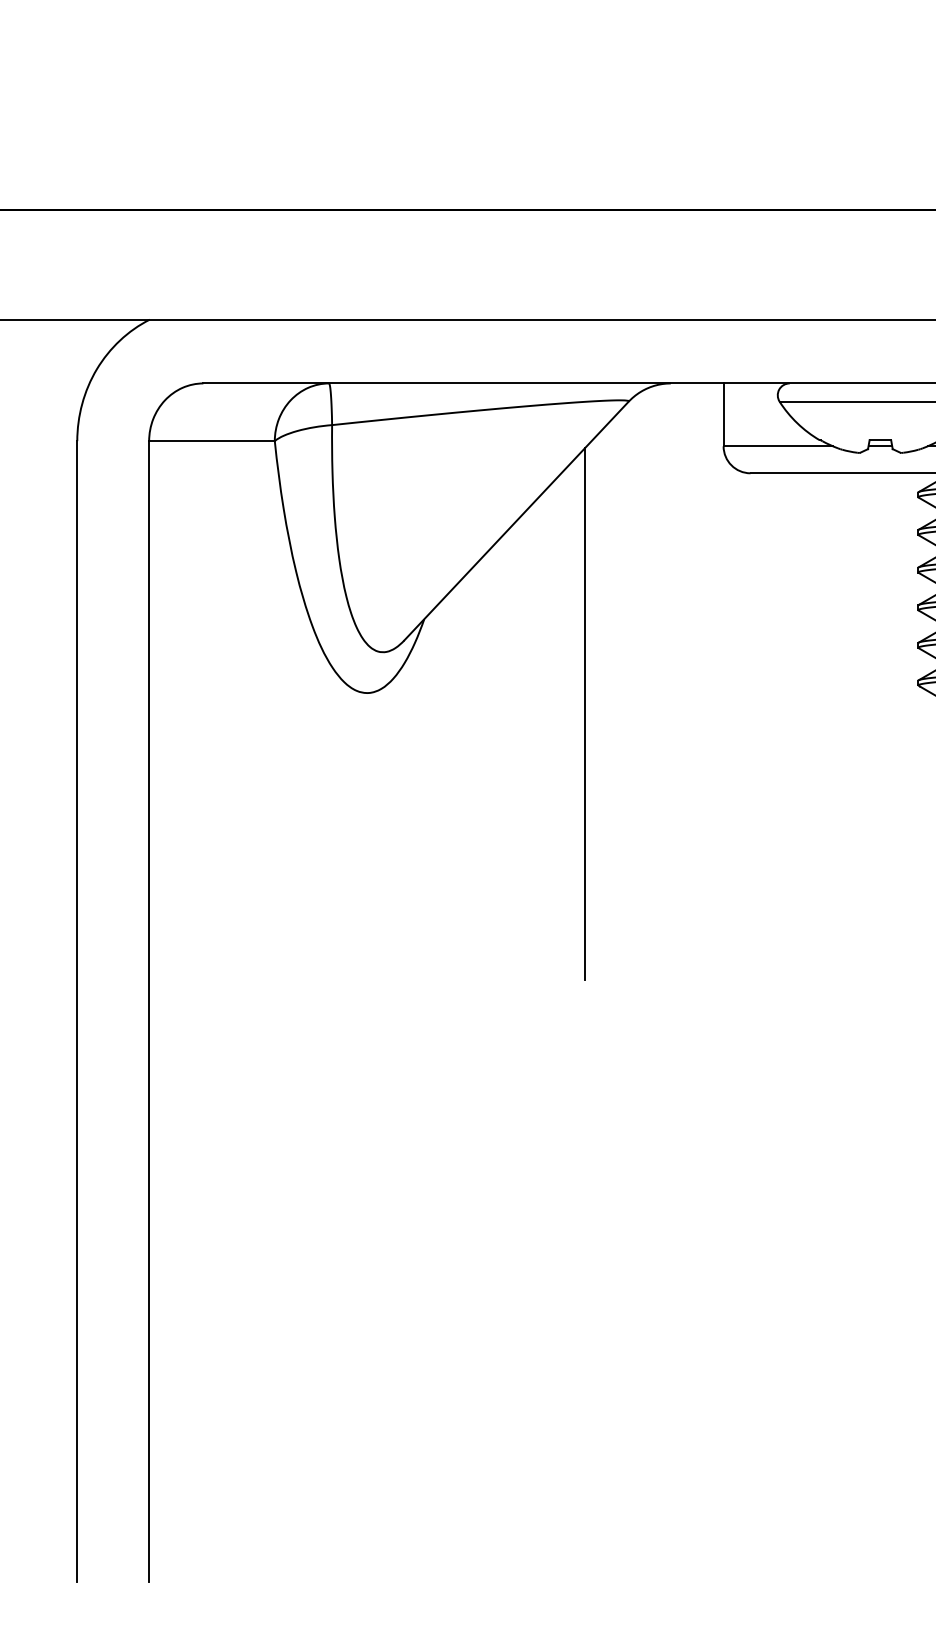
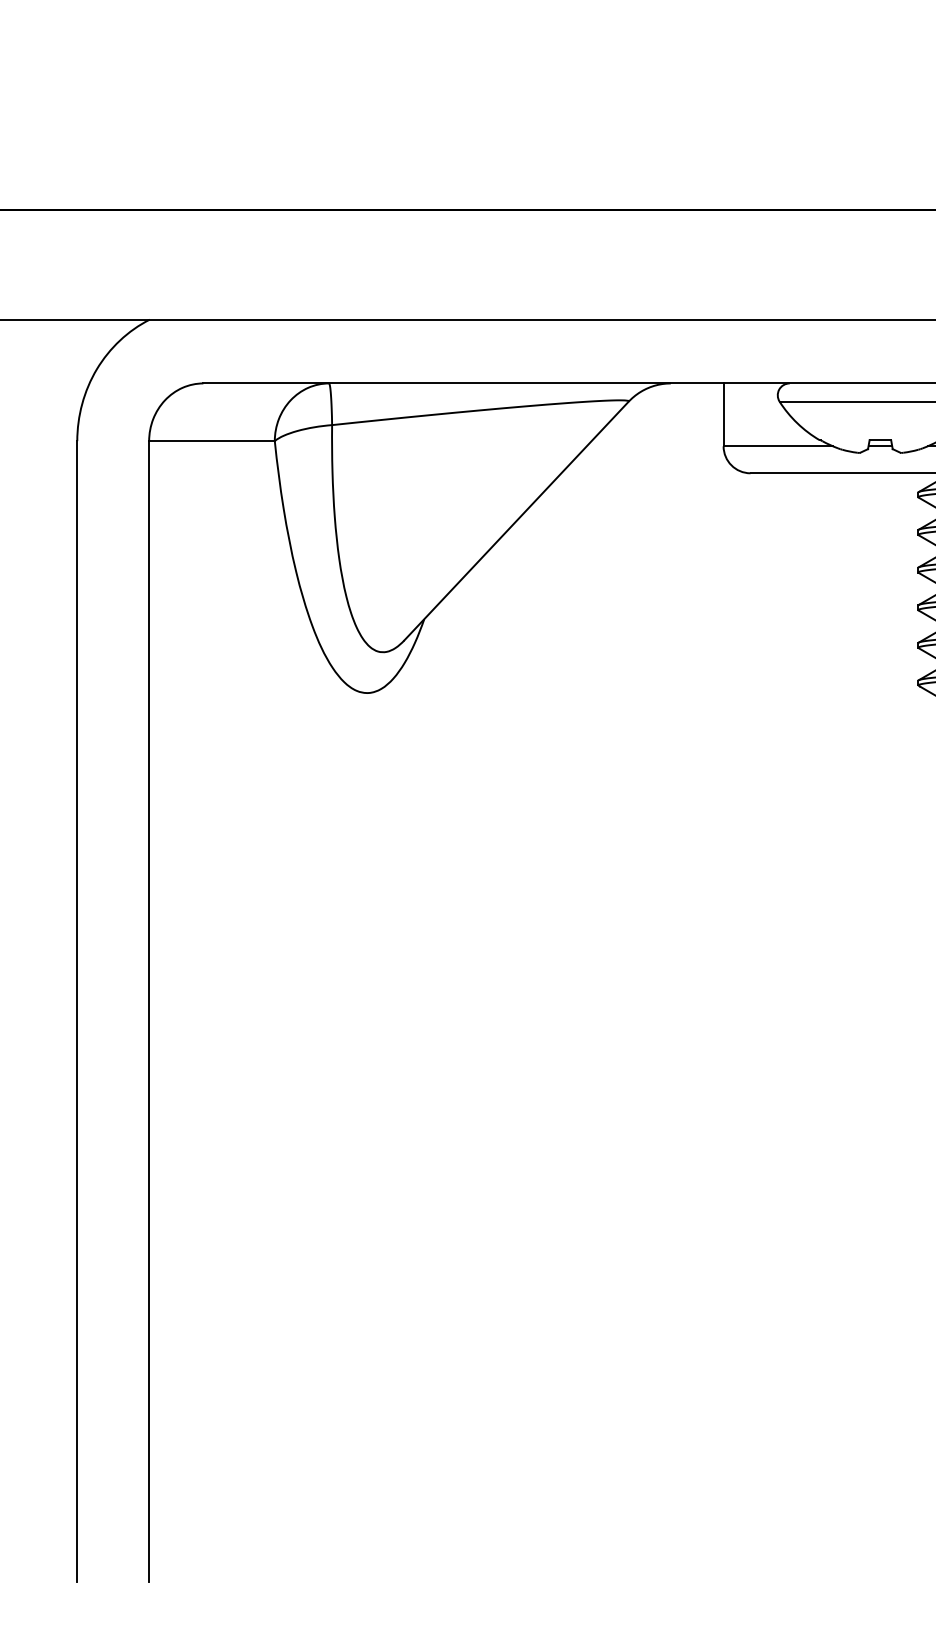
line at (585, 713): present -> none
